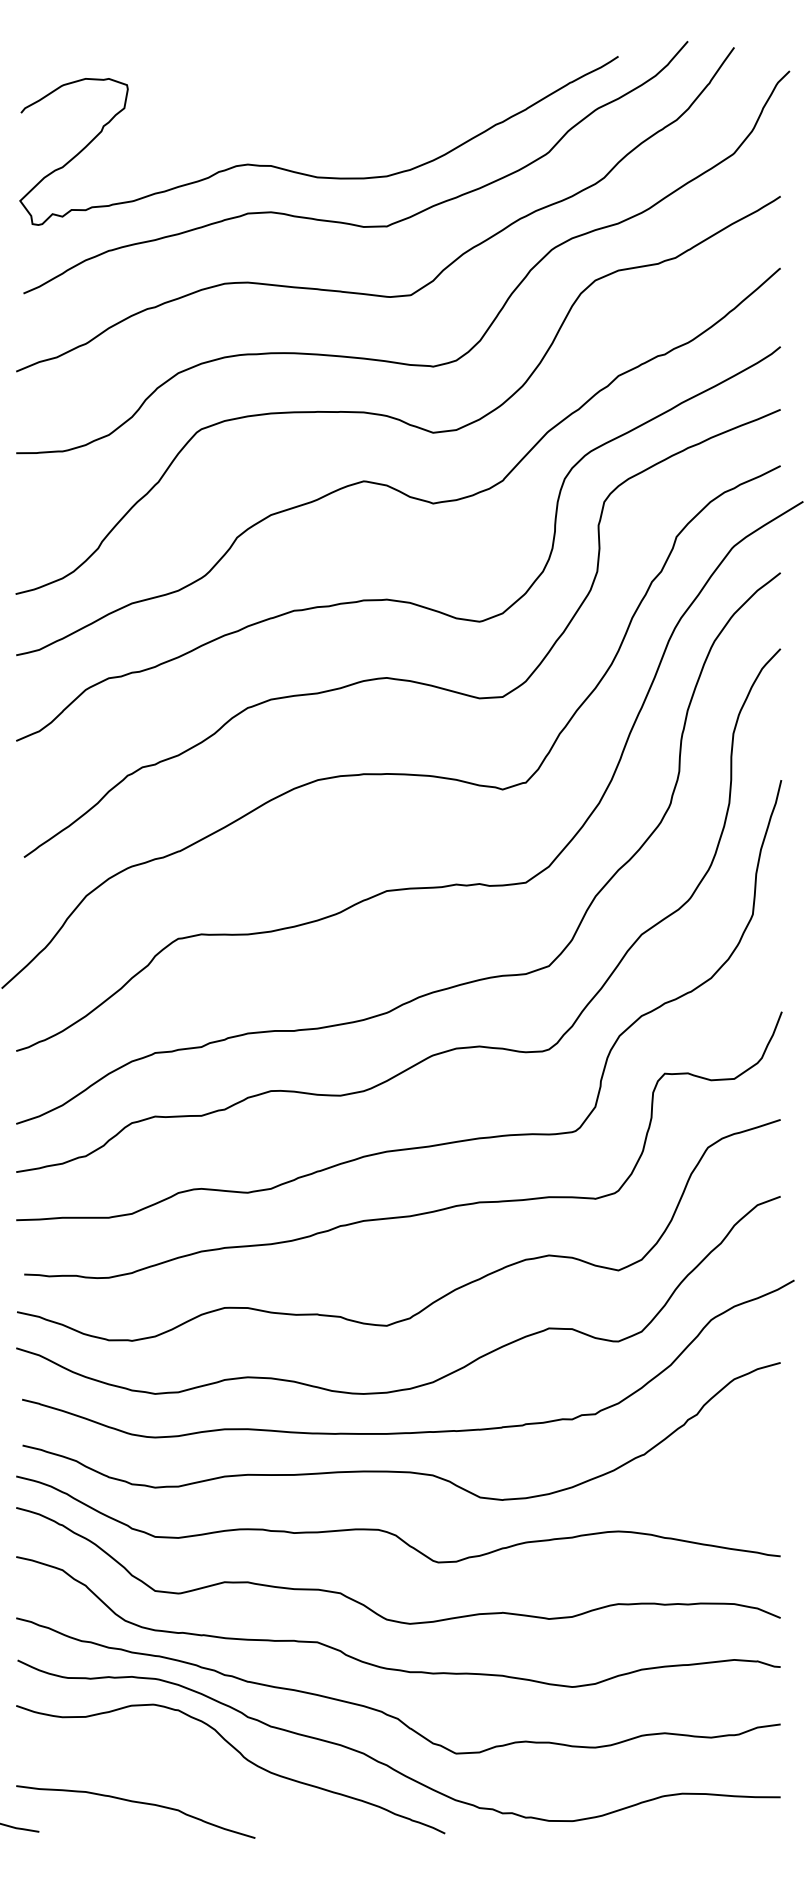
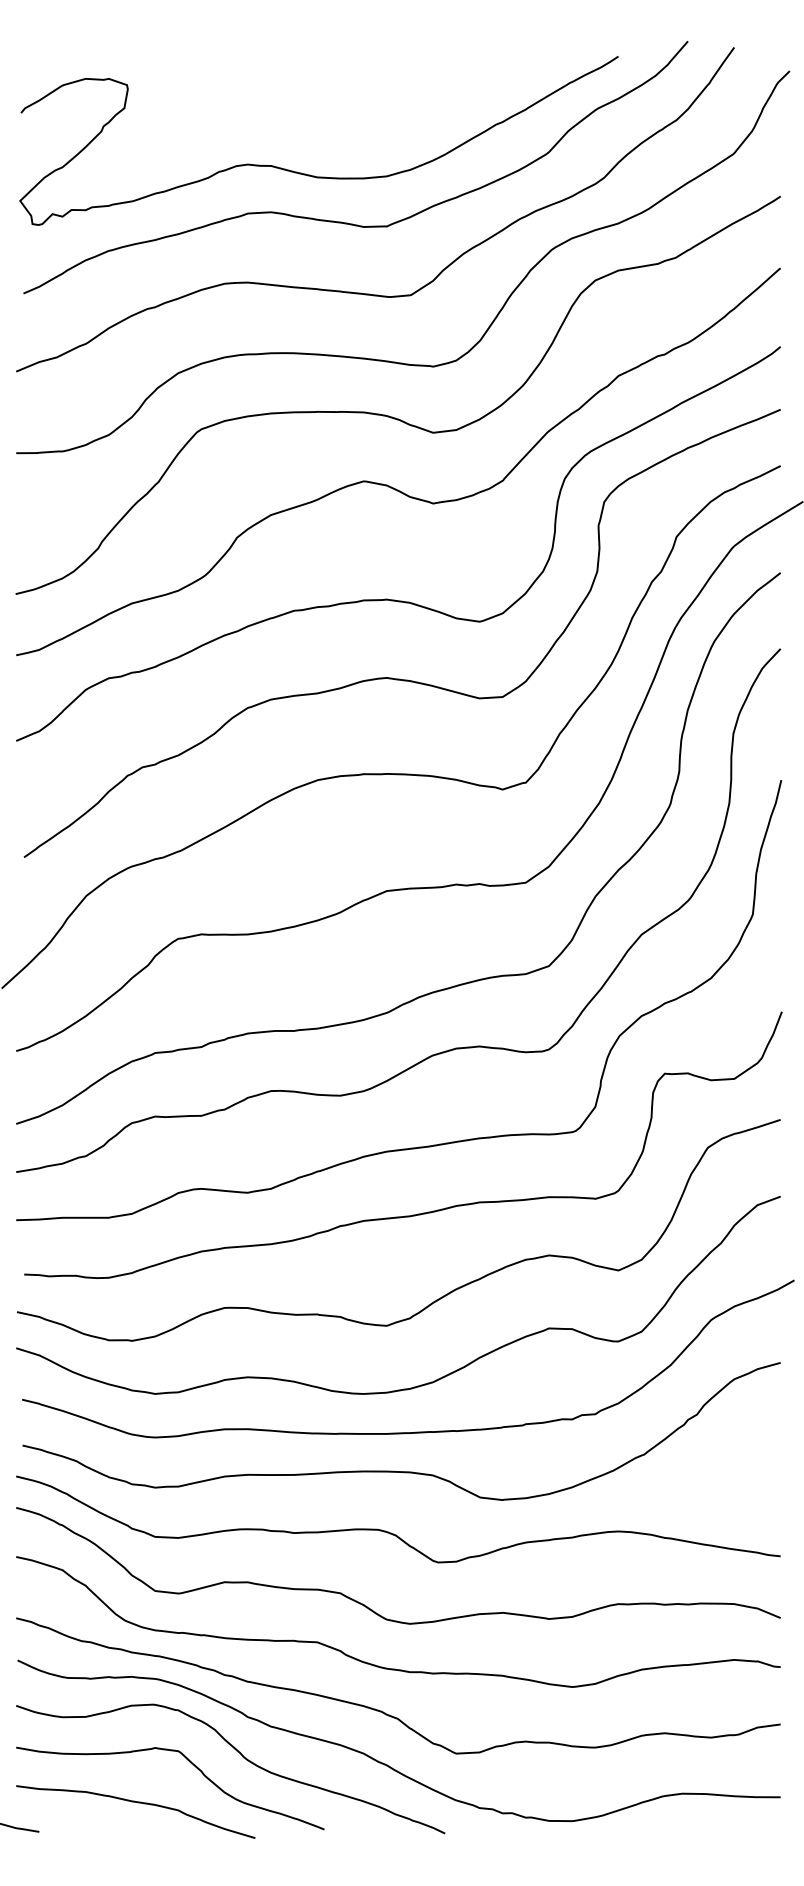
curve at (190, 1763): none -> present
